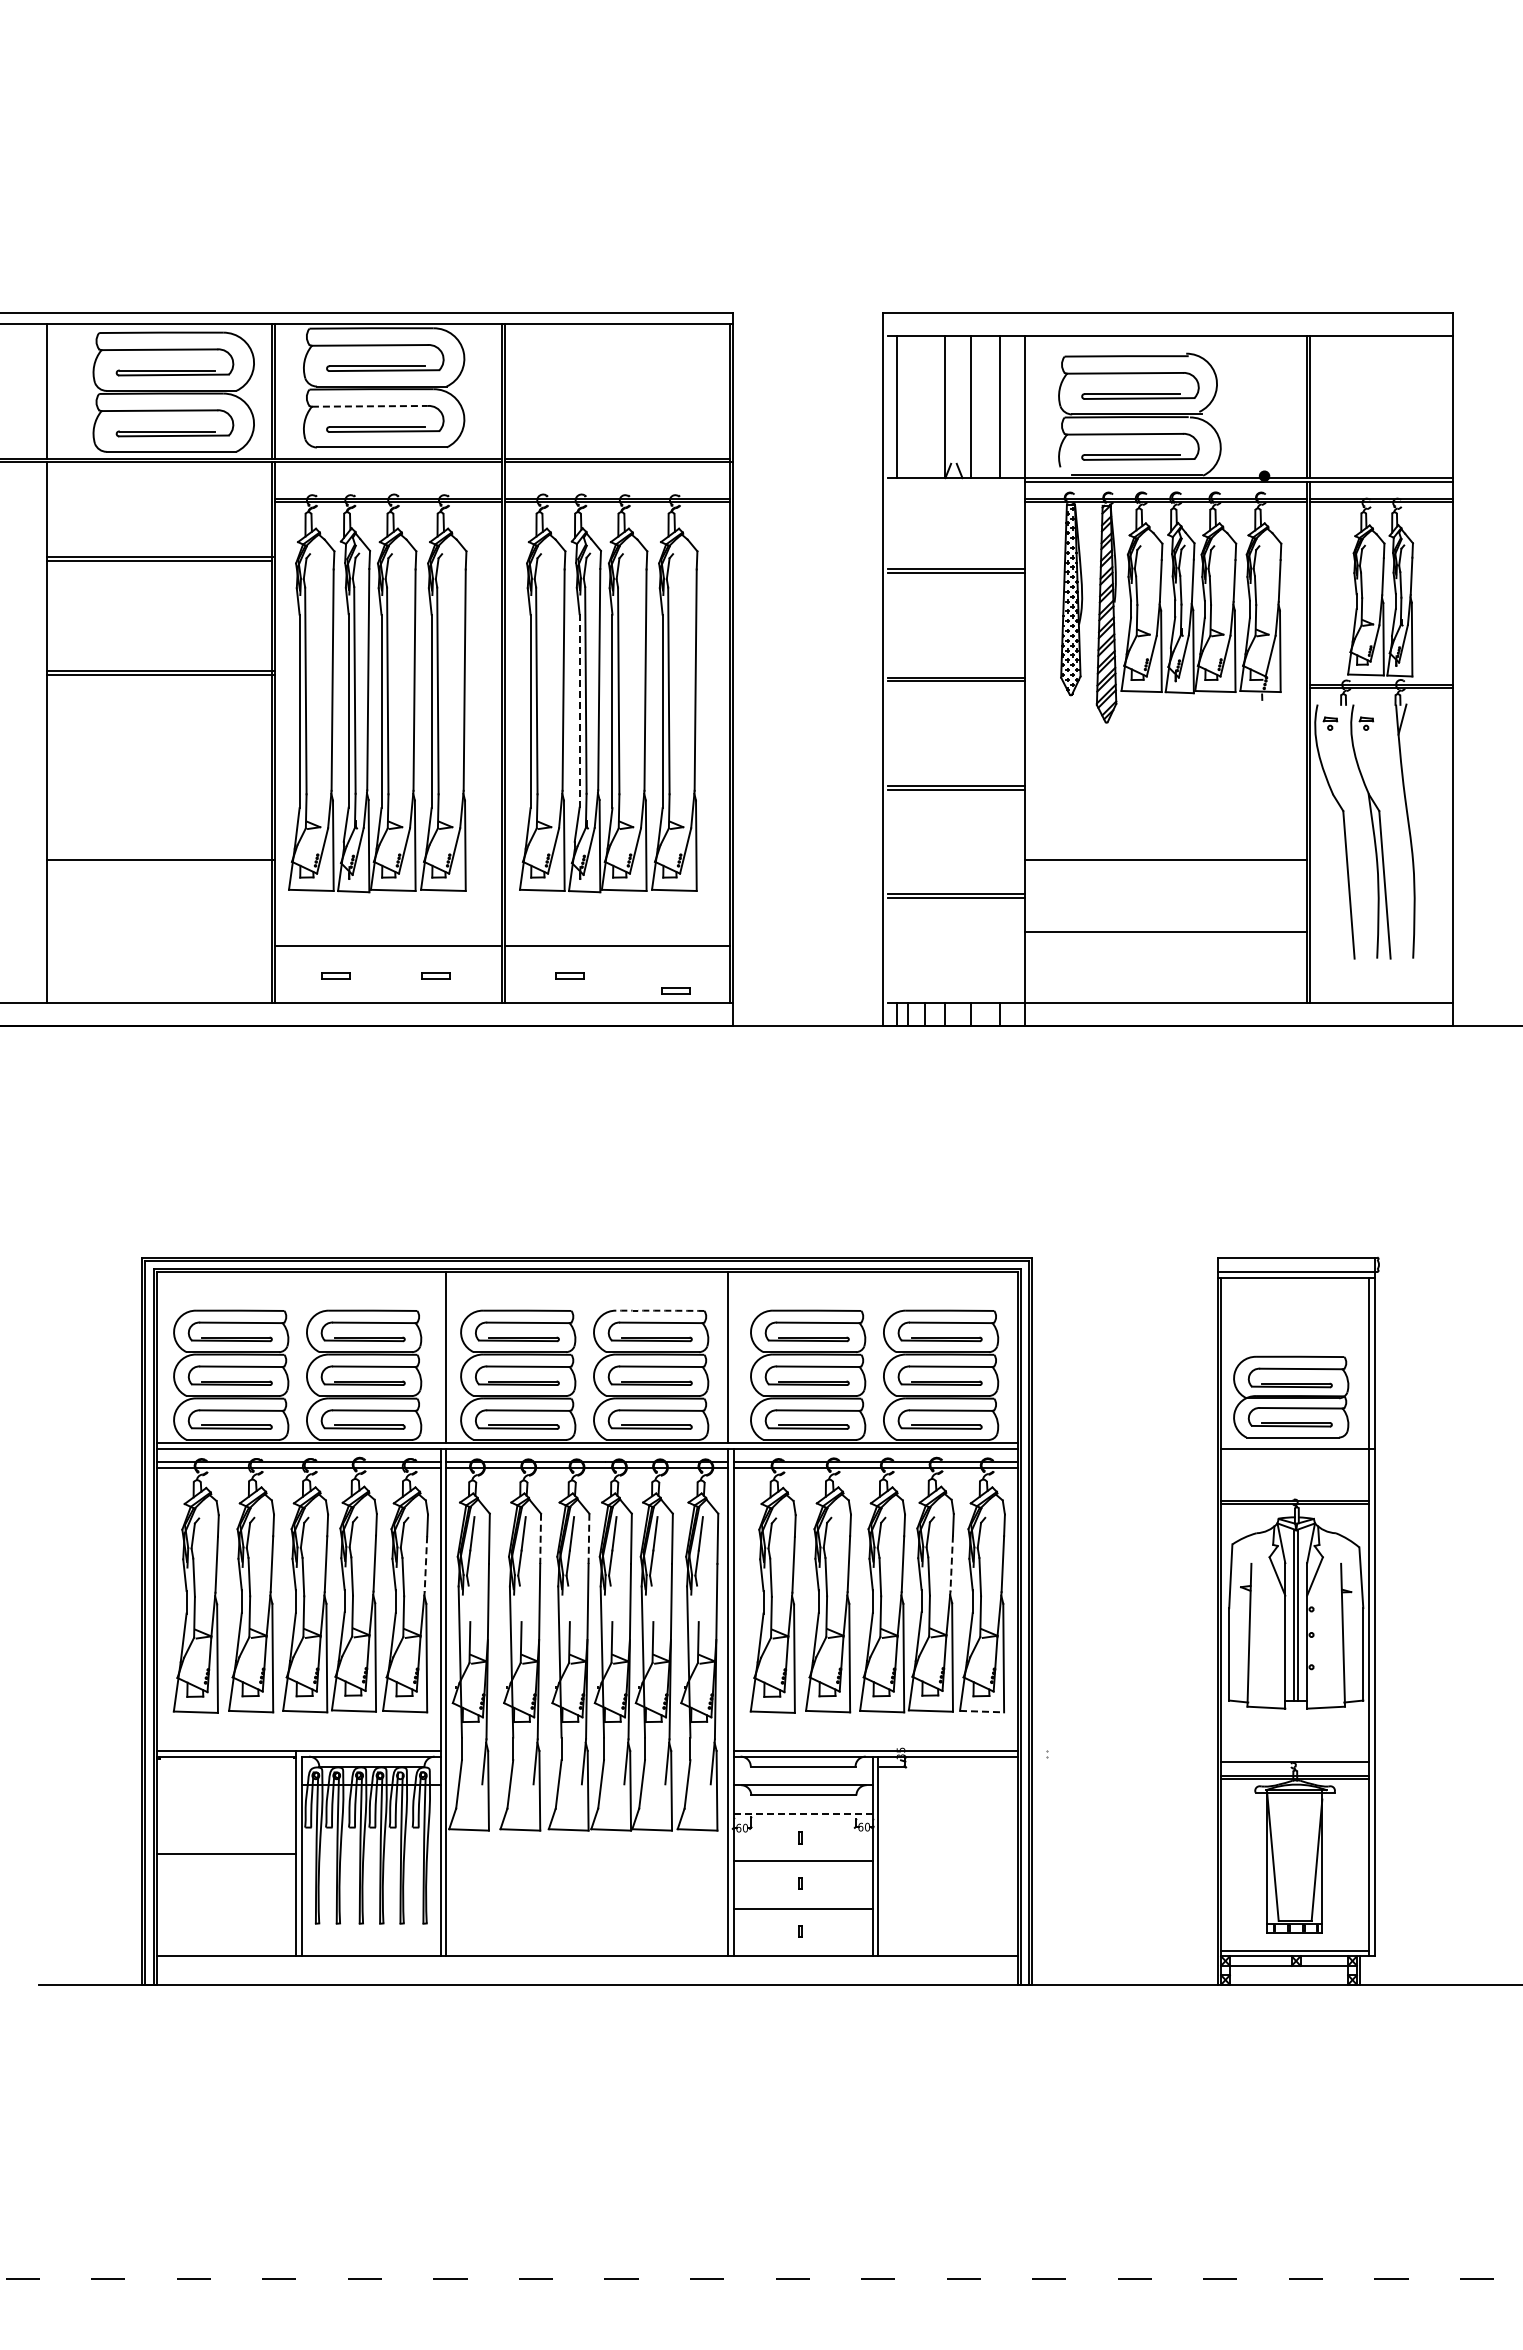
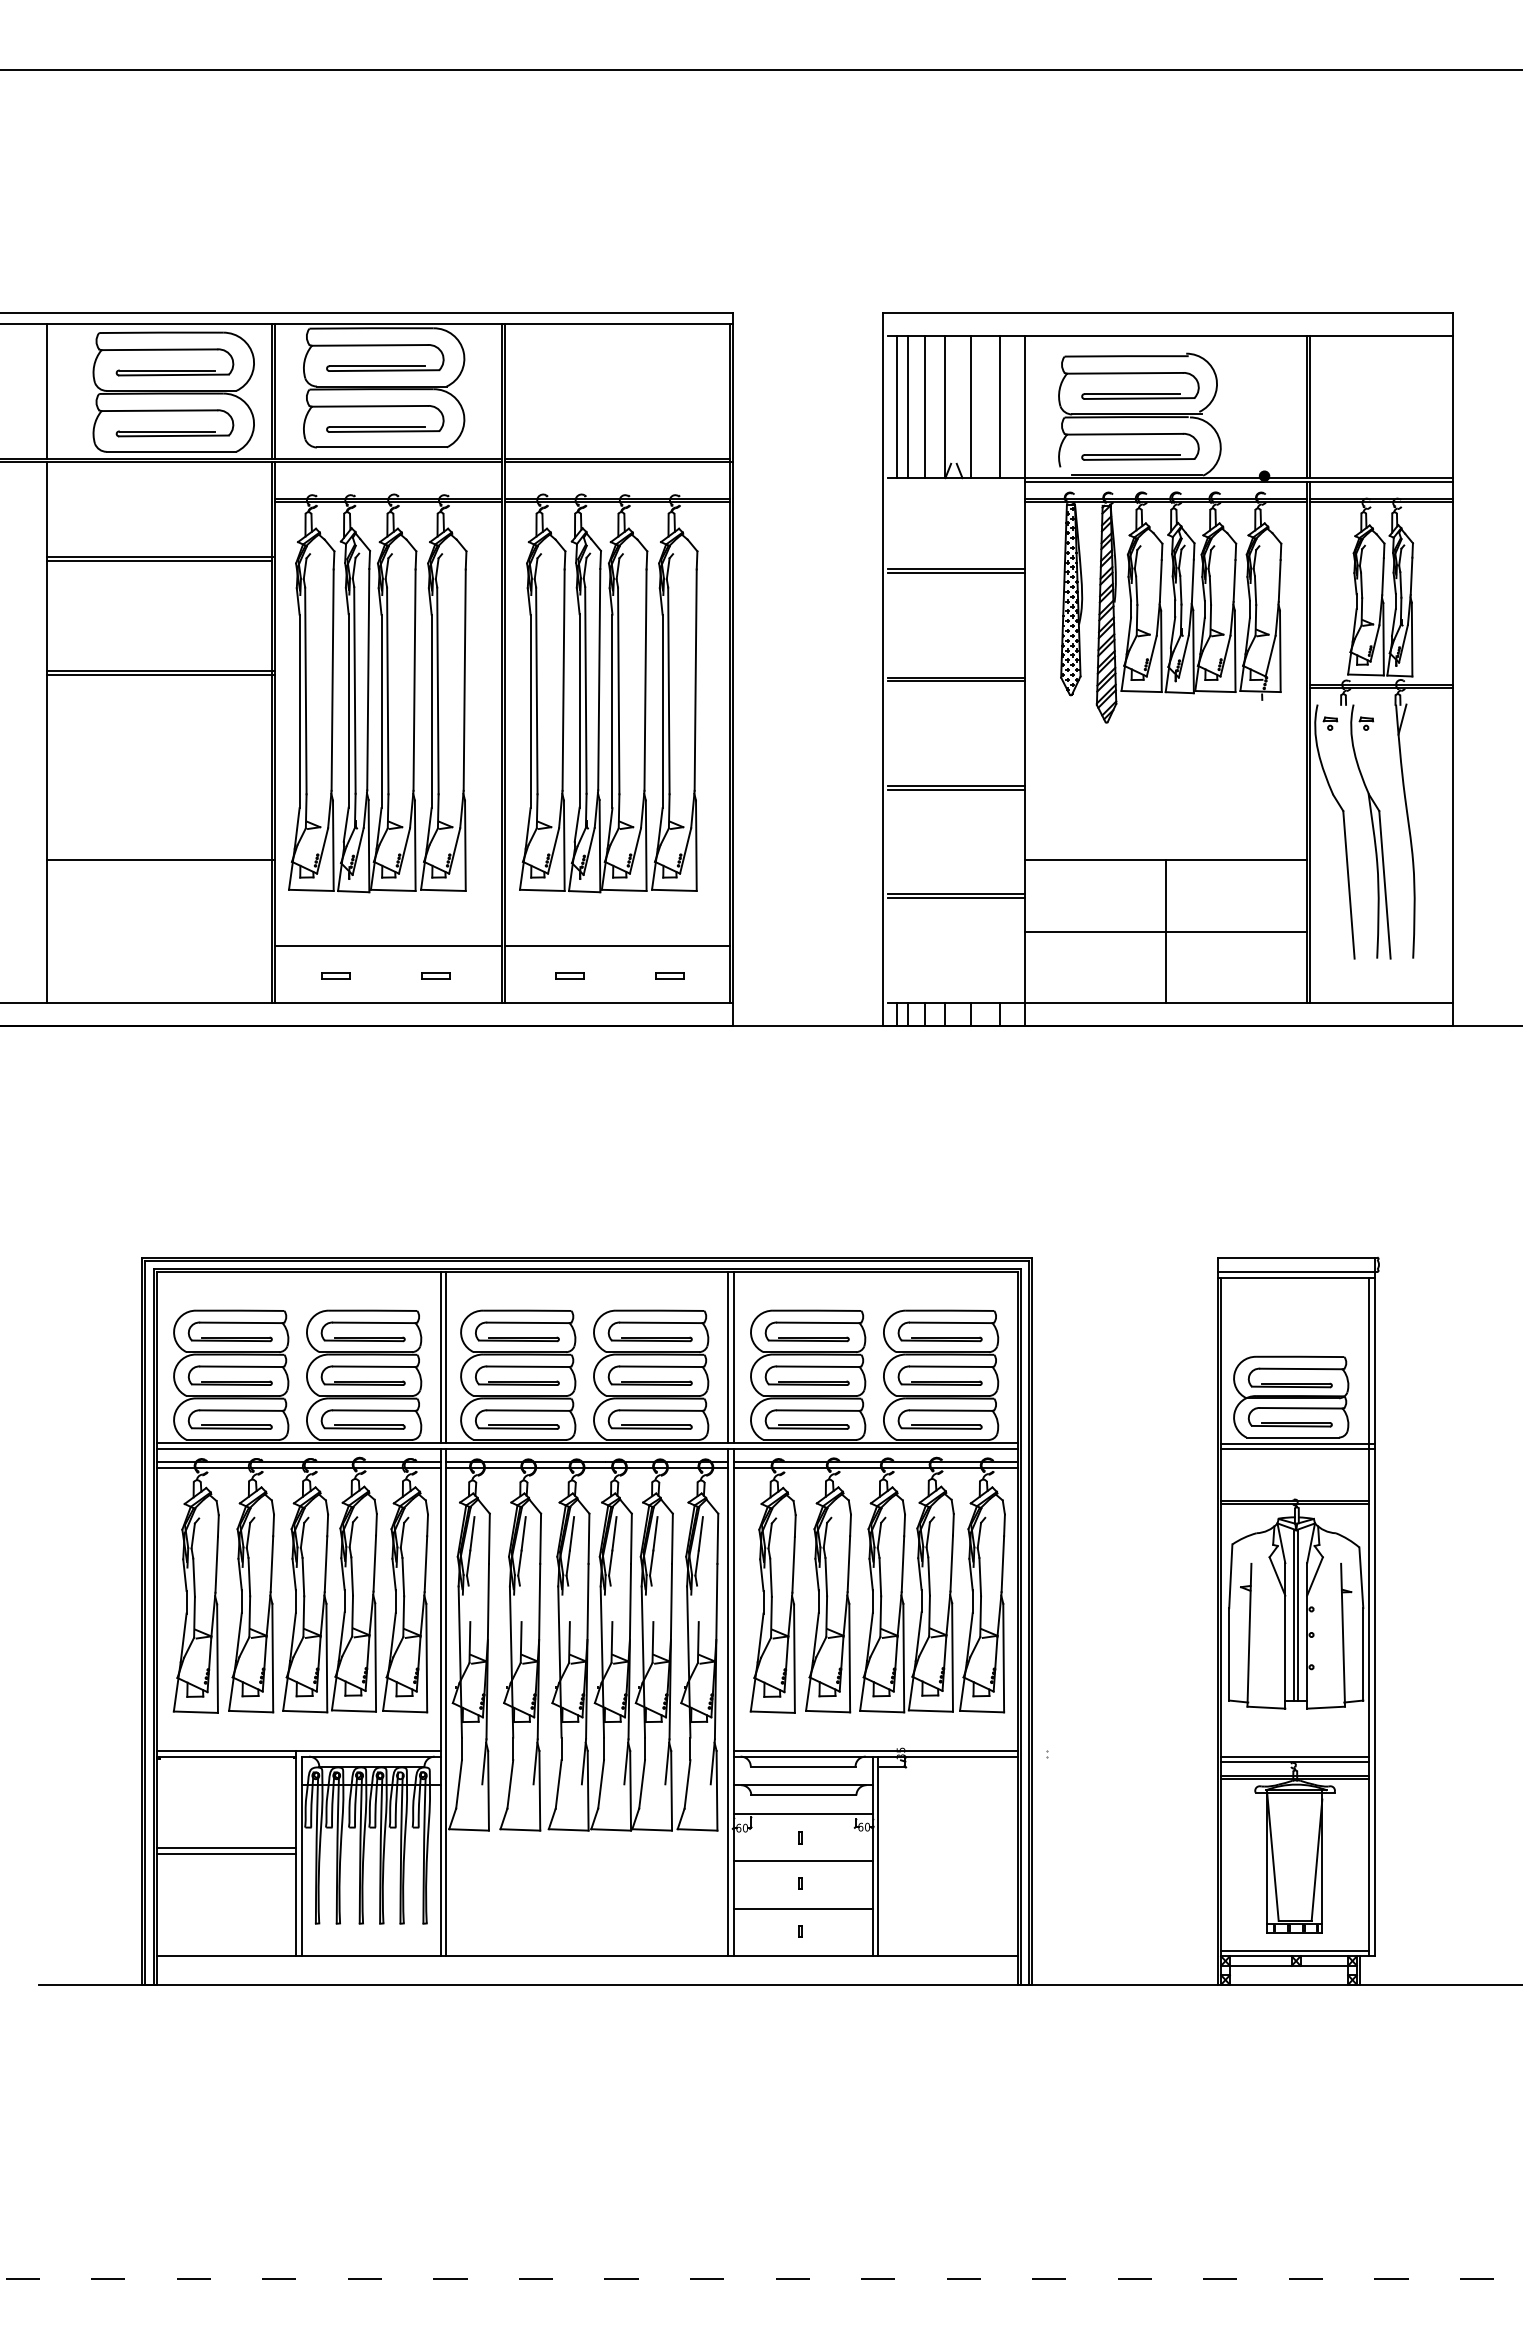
line at (760, 70): none -> present
line at (369, 406): dashed -> solid
line at (908, 406): none -> present
line at (925, 406): none -> present
line at (579, 710): dashed -> solid
line at (1166, 931): none -> present
part at (675, 990) position: (675, 990) -> (669, 975)
arc at (660, 1310): dashed -> solid
line at (440, 1357): none -> present
line at (733, 1357): none -> present
line at (1297, 1443): none -> present
line at (540, 1539): dashed -> solid
line at (588, 1539): dashed -> solid
line at (951, 1563): dashed -> solid
line at (425, 1564): dashed -> solid
line at (982, 1711): dashed -> solid
line at (1294, 1756): none -> present
line at (803, 1813): dashed -> solid
line at (225, 1847): none -> present
